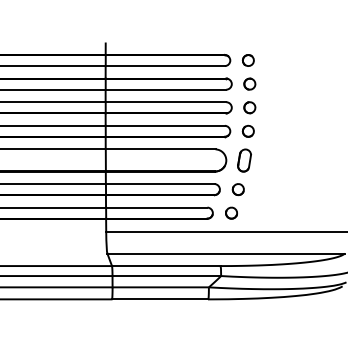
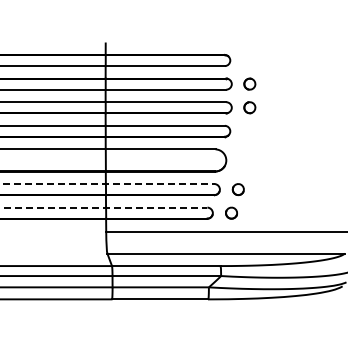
part at (247, 60): present -> none
part at (247, 130): present -> none
part at (244, 160): present -> none
line at (107, 184): solid -> dashed
line at (104, 207): solid -> dashed
